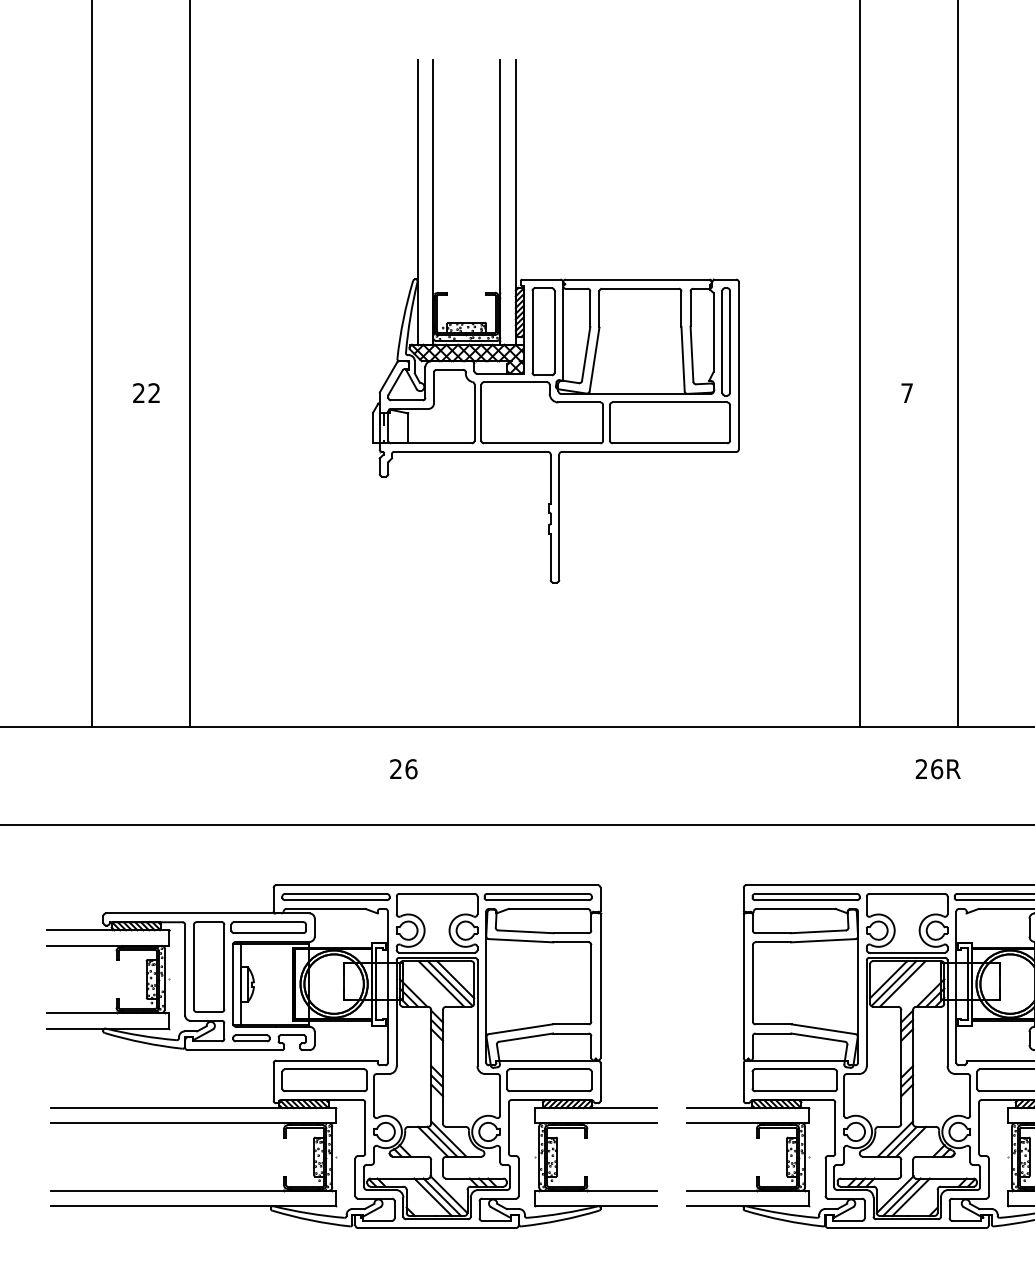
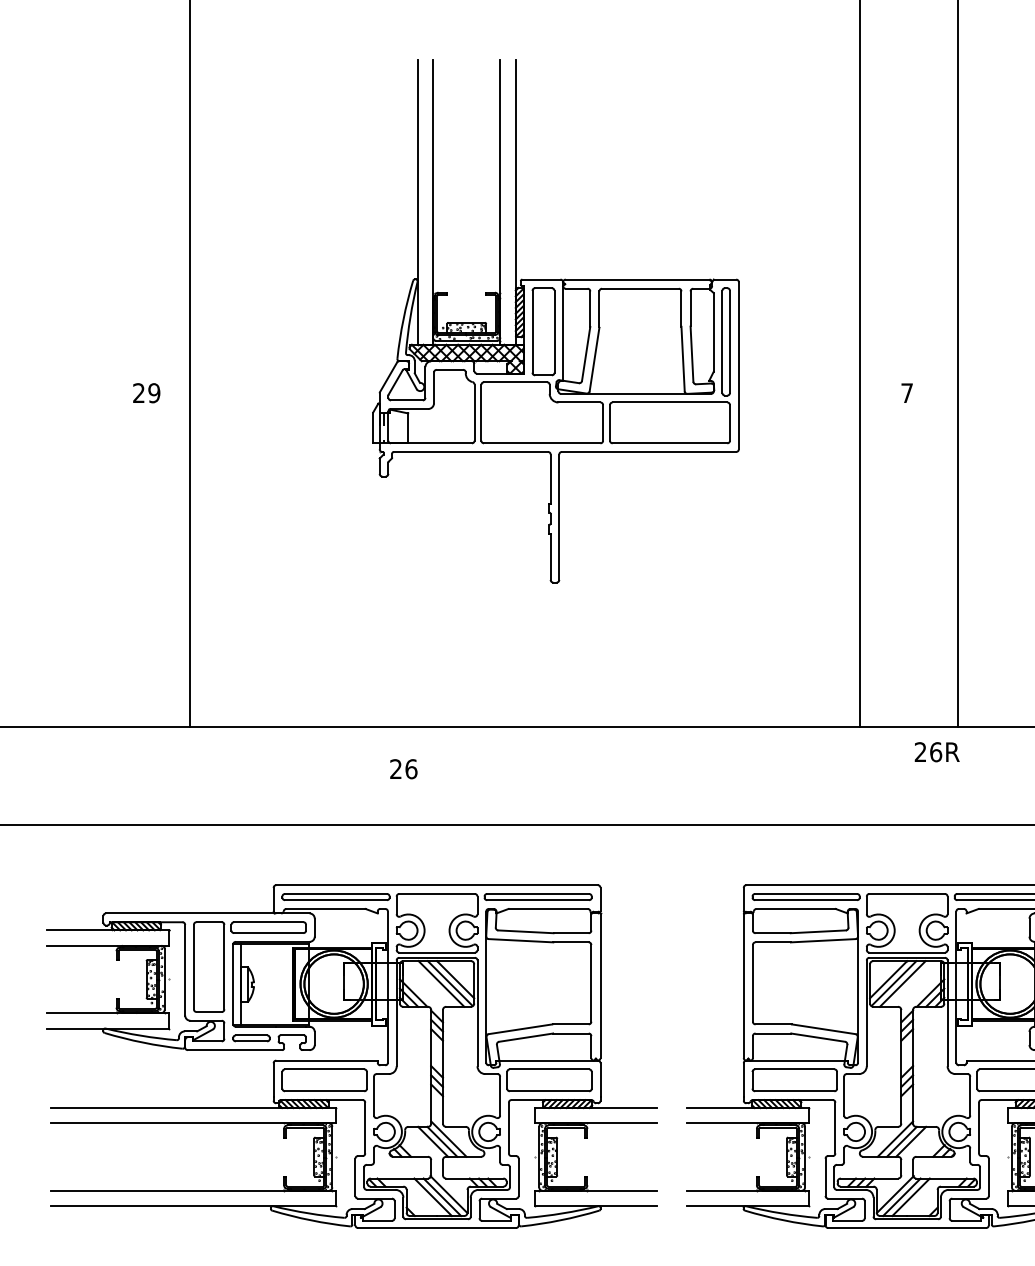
line at (92, 364): present -> none
text at (154, 393): 22 -> 29
text at (937, 769) position: (937, 769) -> (936, 752)
